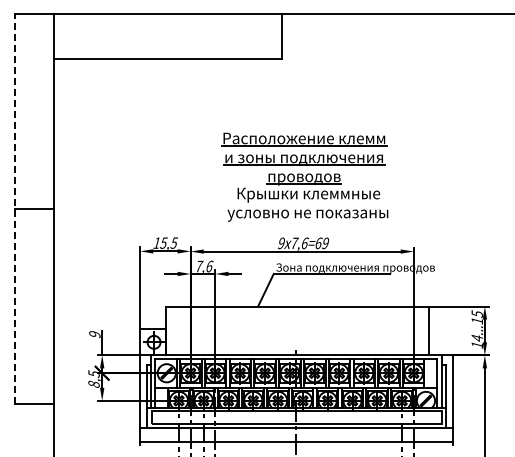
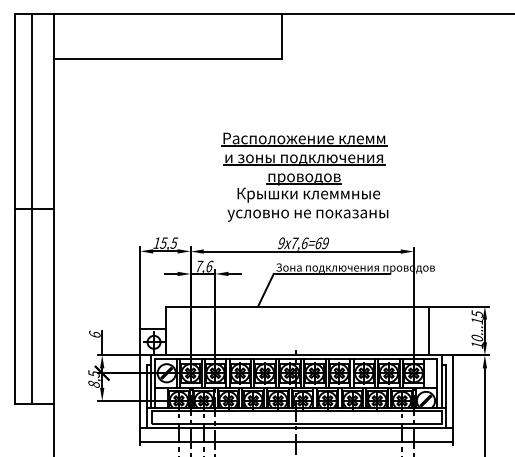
line at (15, 208): dashed -> solid
line at (31, 208): none -> present
text at (94, 334): 9 -> 6
text at (477, 337): 14...15 -> 10...15
